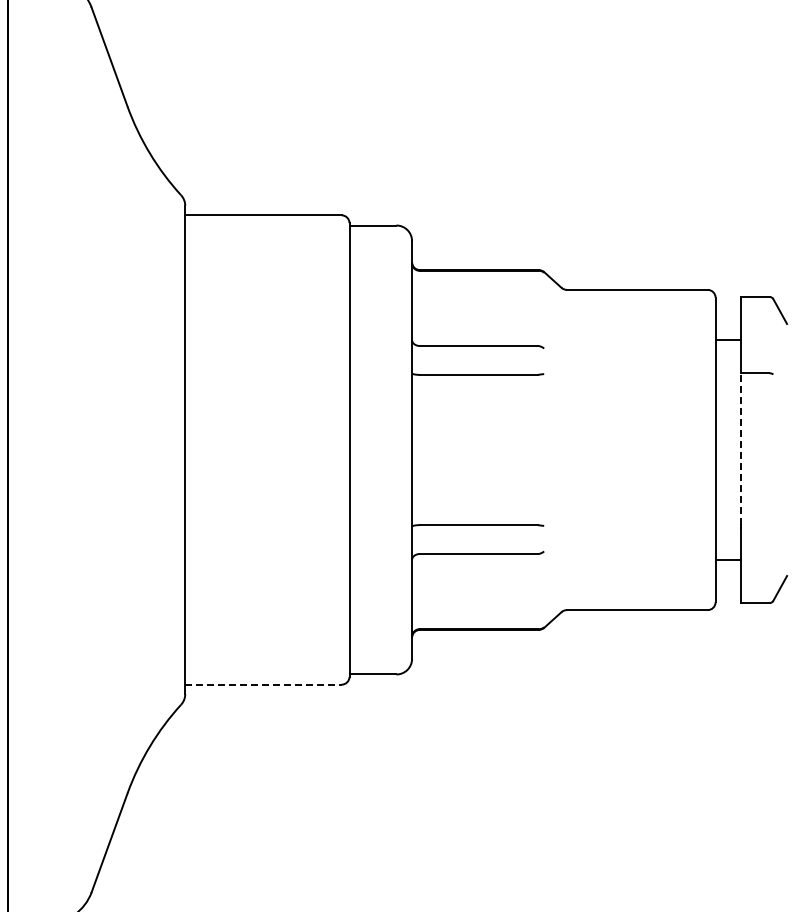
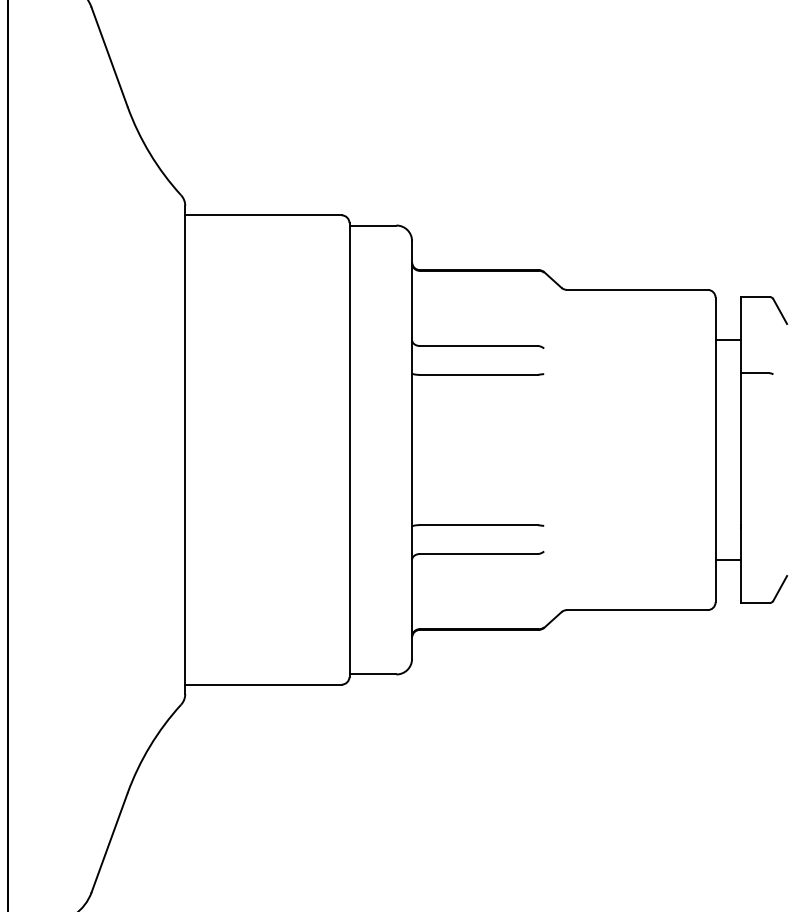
line at (740, 448): dashed -> solid
line at (263, 684): dashed -> solid
